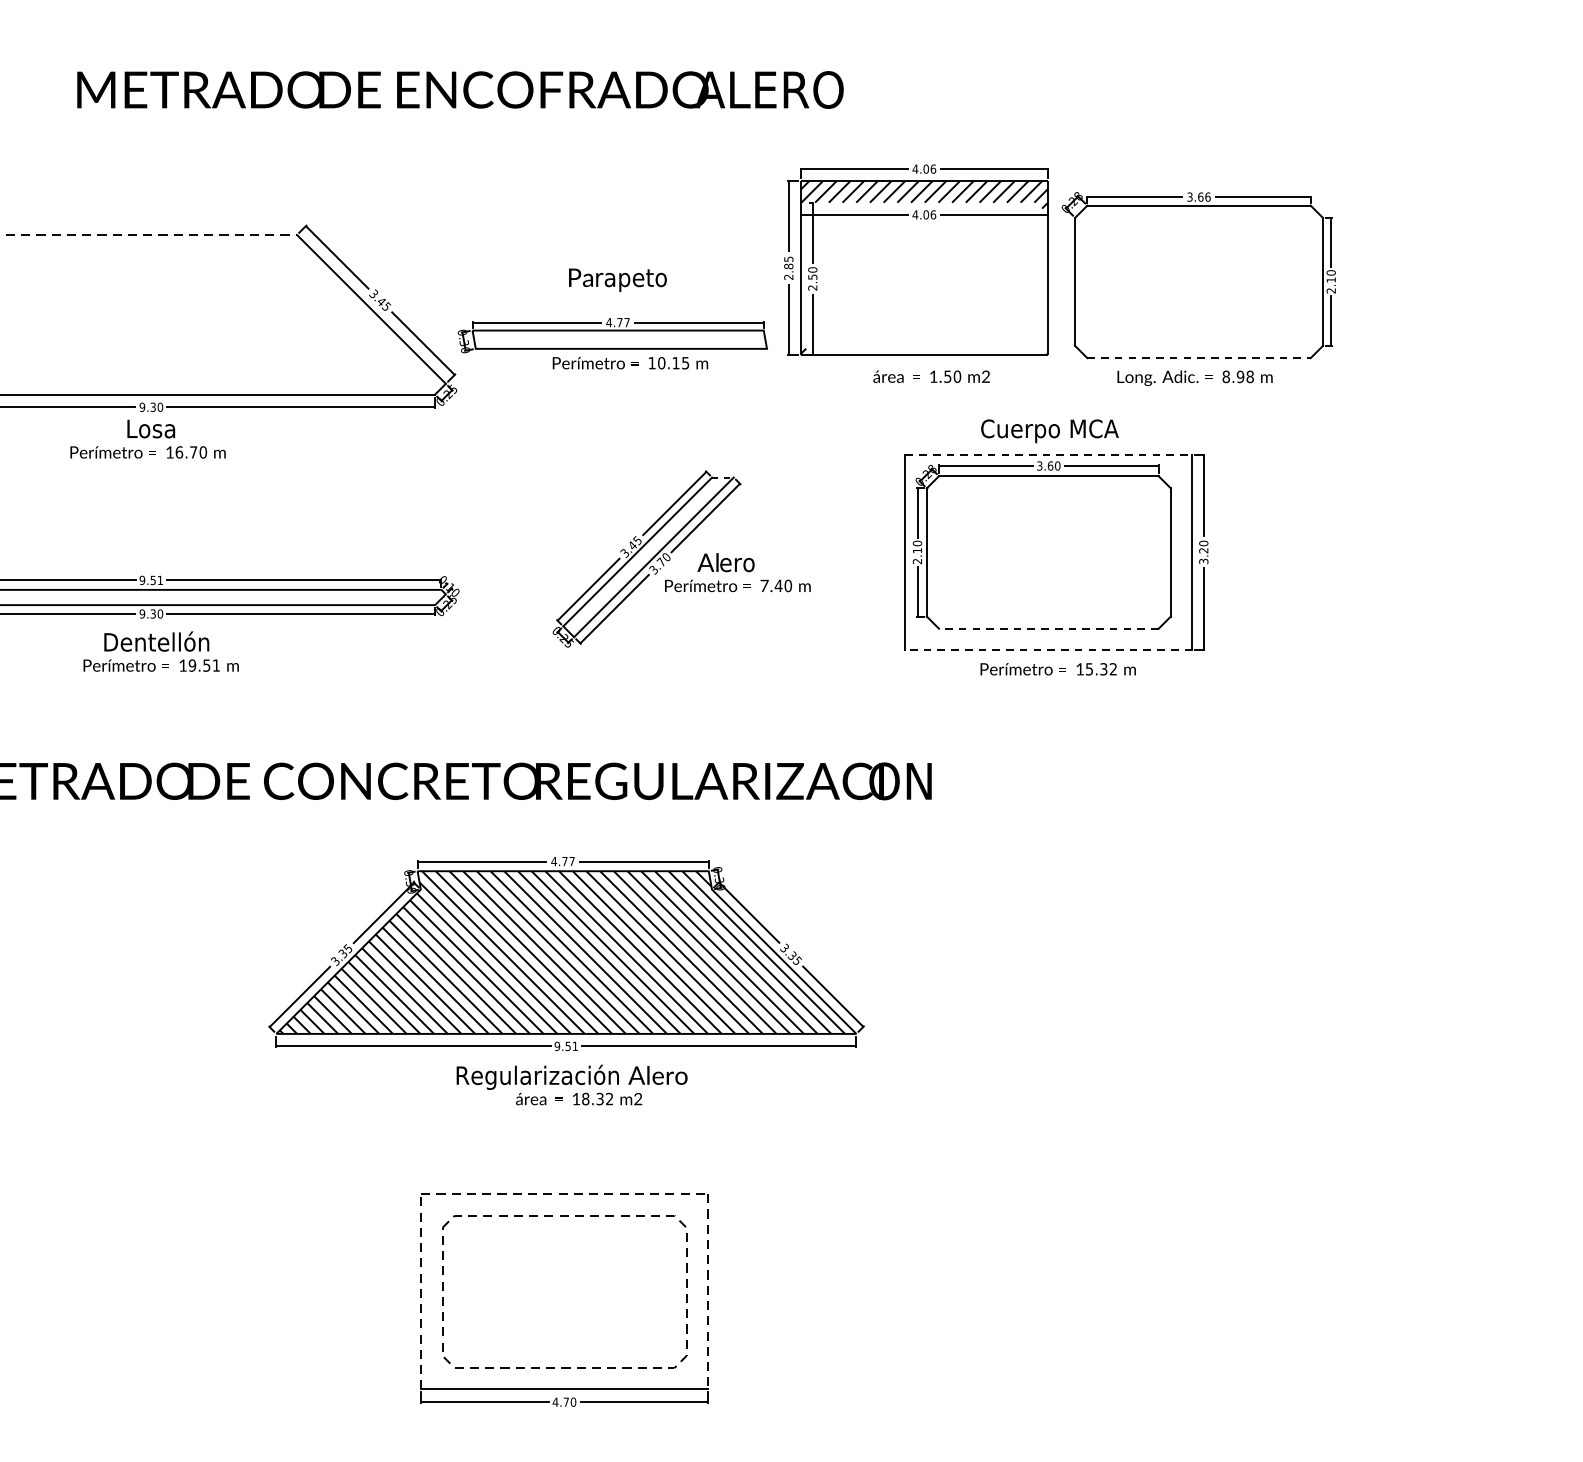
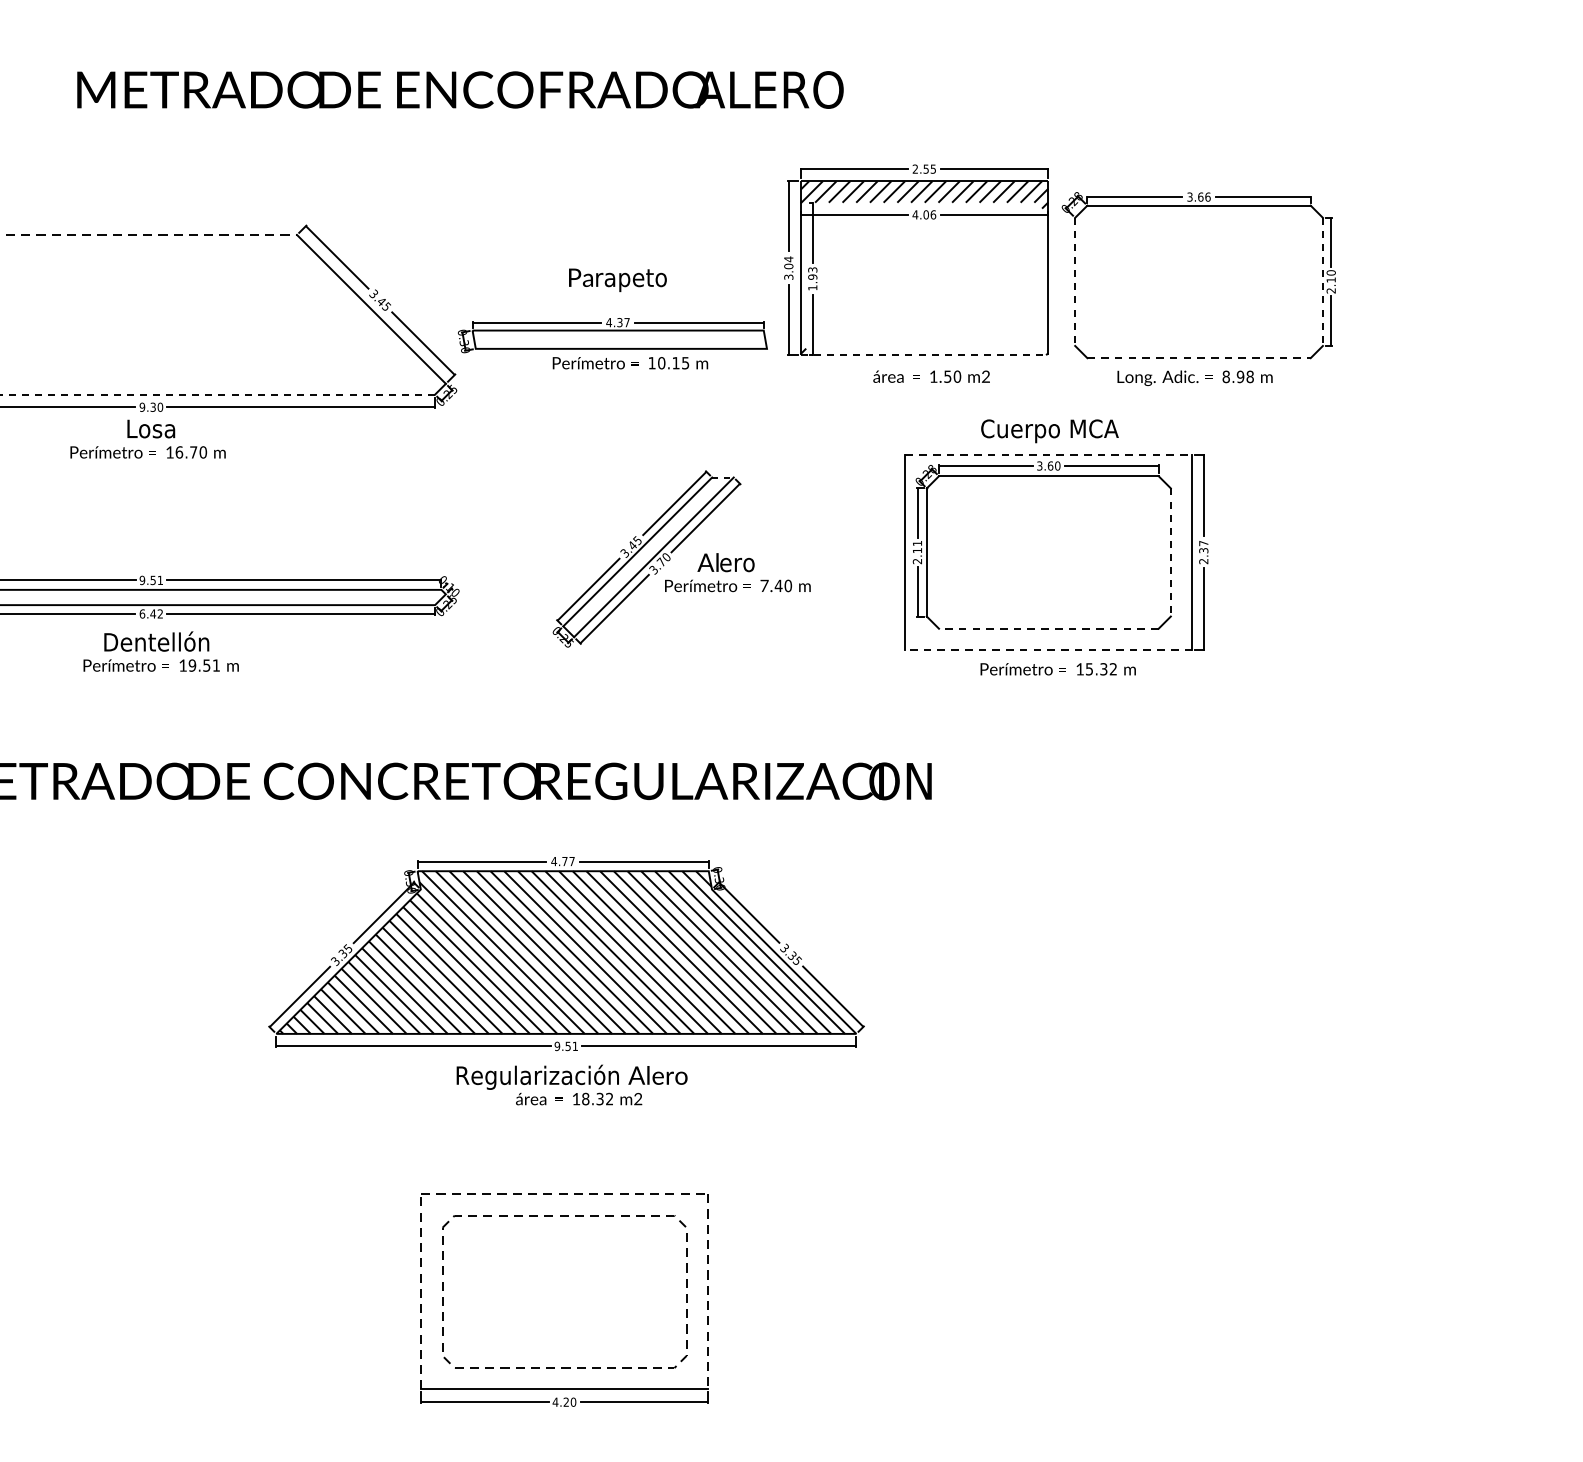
text at (924, 168): 4.06 -> 2.55
text at (788, 267): 2.85 -> 3.04
text at (812, 278): 2.50 -> 1.93
line at (1075, 282): solid -> dashed
line at (1322, 282): solid -> dashed
text at (619, 322): 4.77 -> 4.37
line at (924, 355): solid -> dashed
line at (217, 394): solid -> dashed
text at (917, 543): 2.10 -> 2.11
line at (1170, 552): solid -> dashed
text at (1203, 552): 3.20 -> 2.37
text at (151, 613): 9.30 -> 6.42
text at (565, 1401): 4.70 -> 4.20
